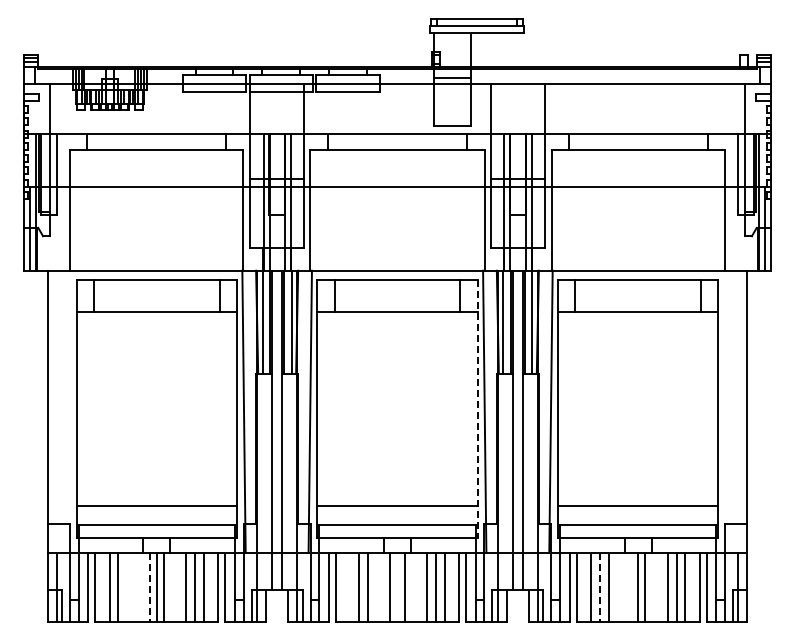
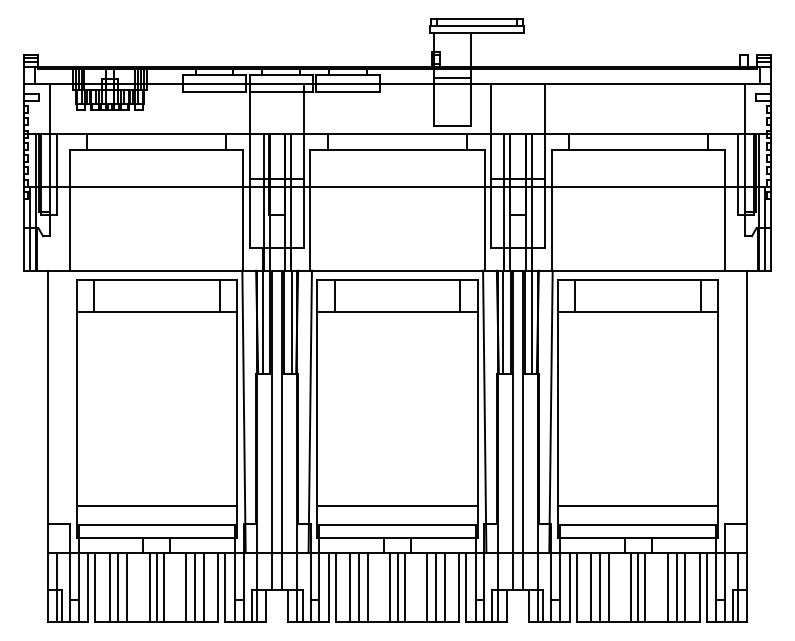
line at (477, 409): dashed -> solid
line at (127, 586): none -> present
line at (350, 586): none -> present
line at (397, 586): none -> present
line at (631, 586): none -> present
line at (149, 587): dashed -> solid
line at (599, 587): dashed -> solid
